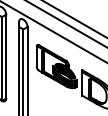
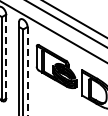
line at (6, 56): solid -> dashed
line at (27, 71): solid -> dashed
